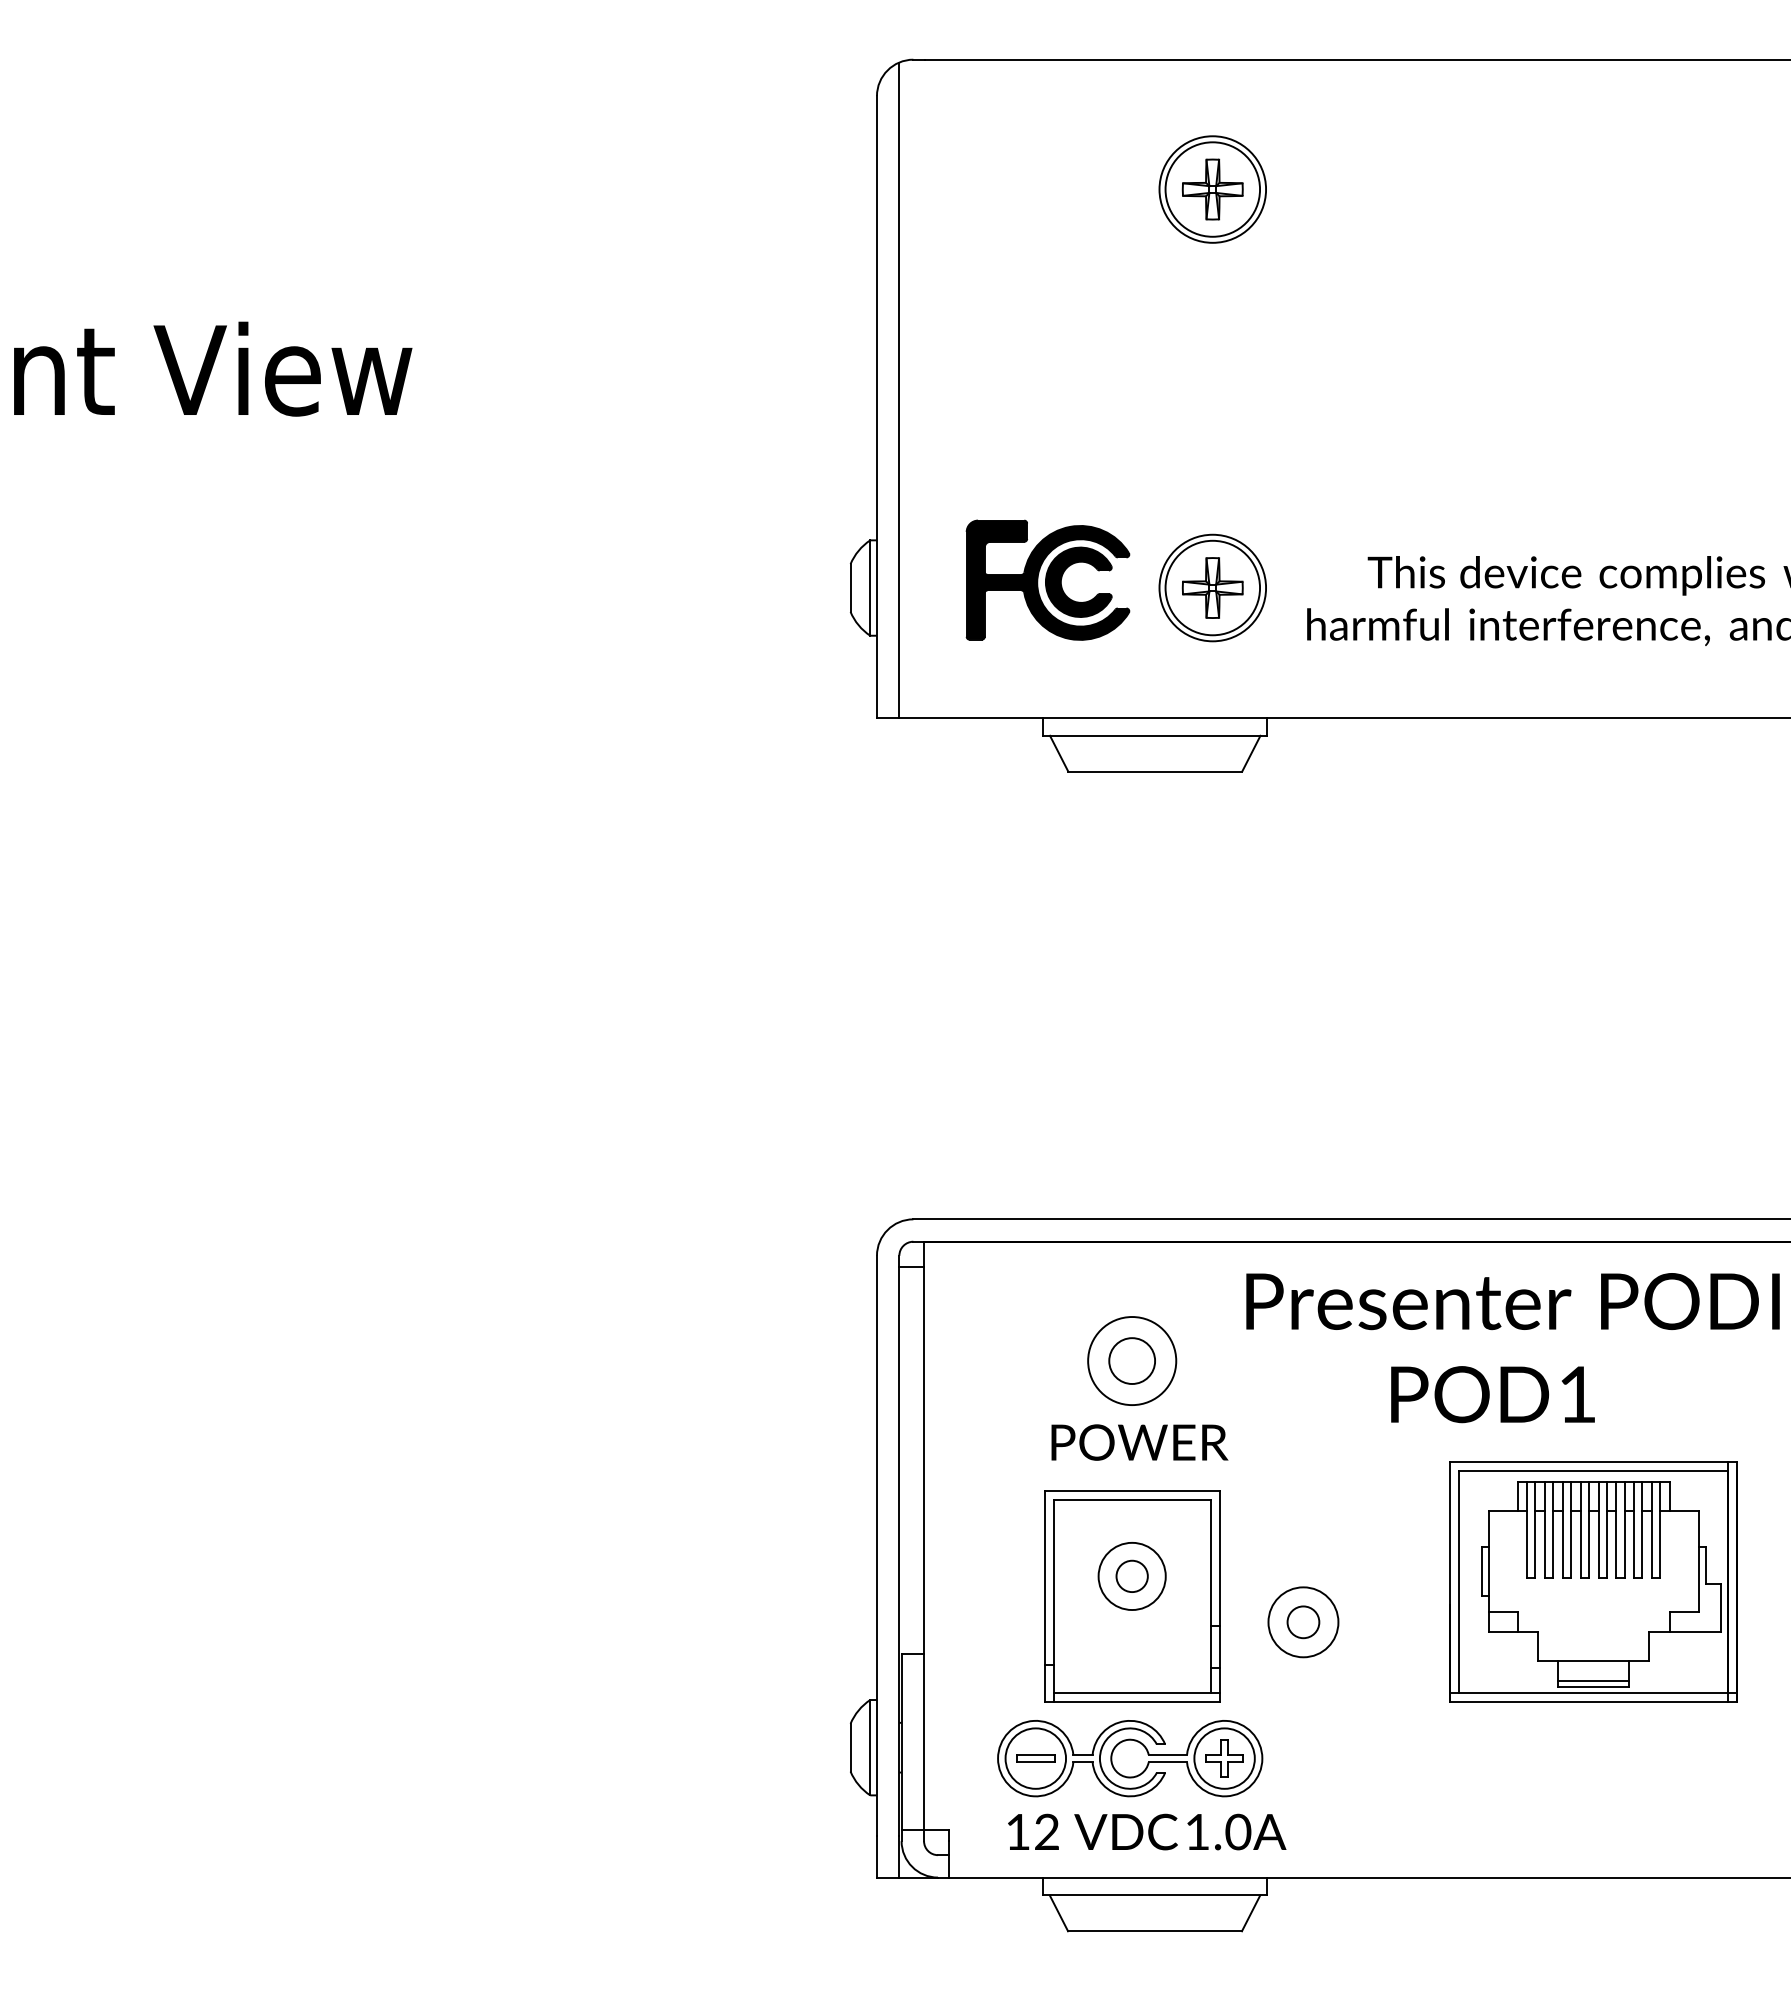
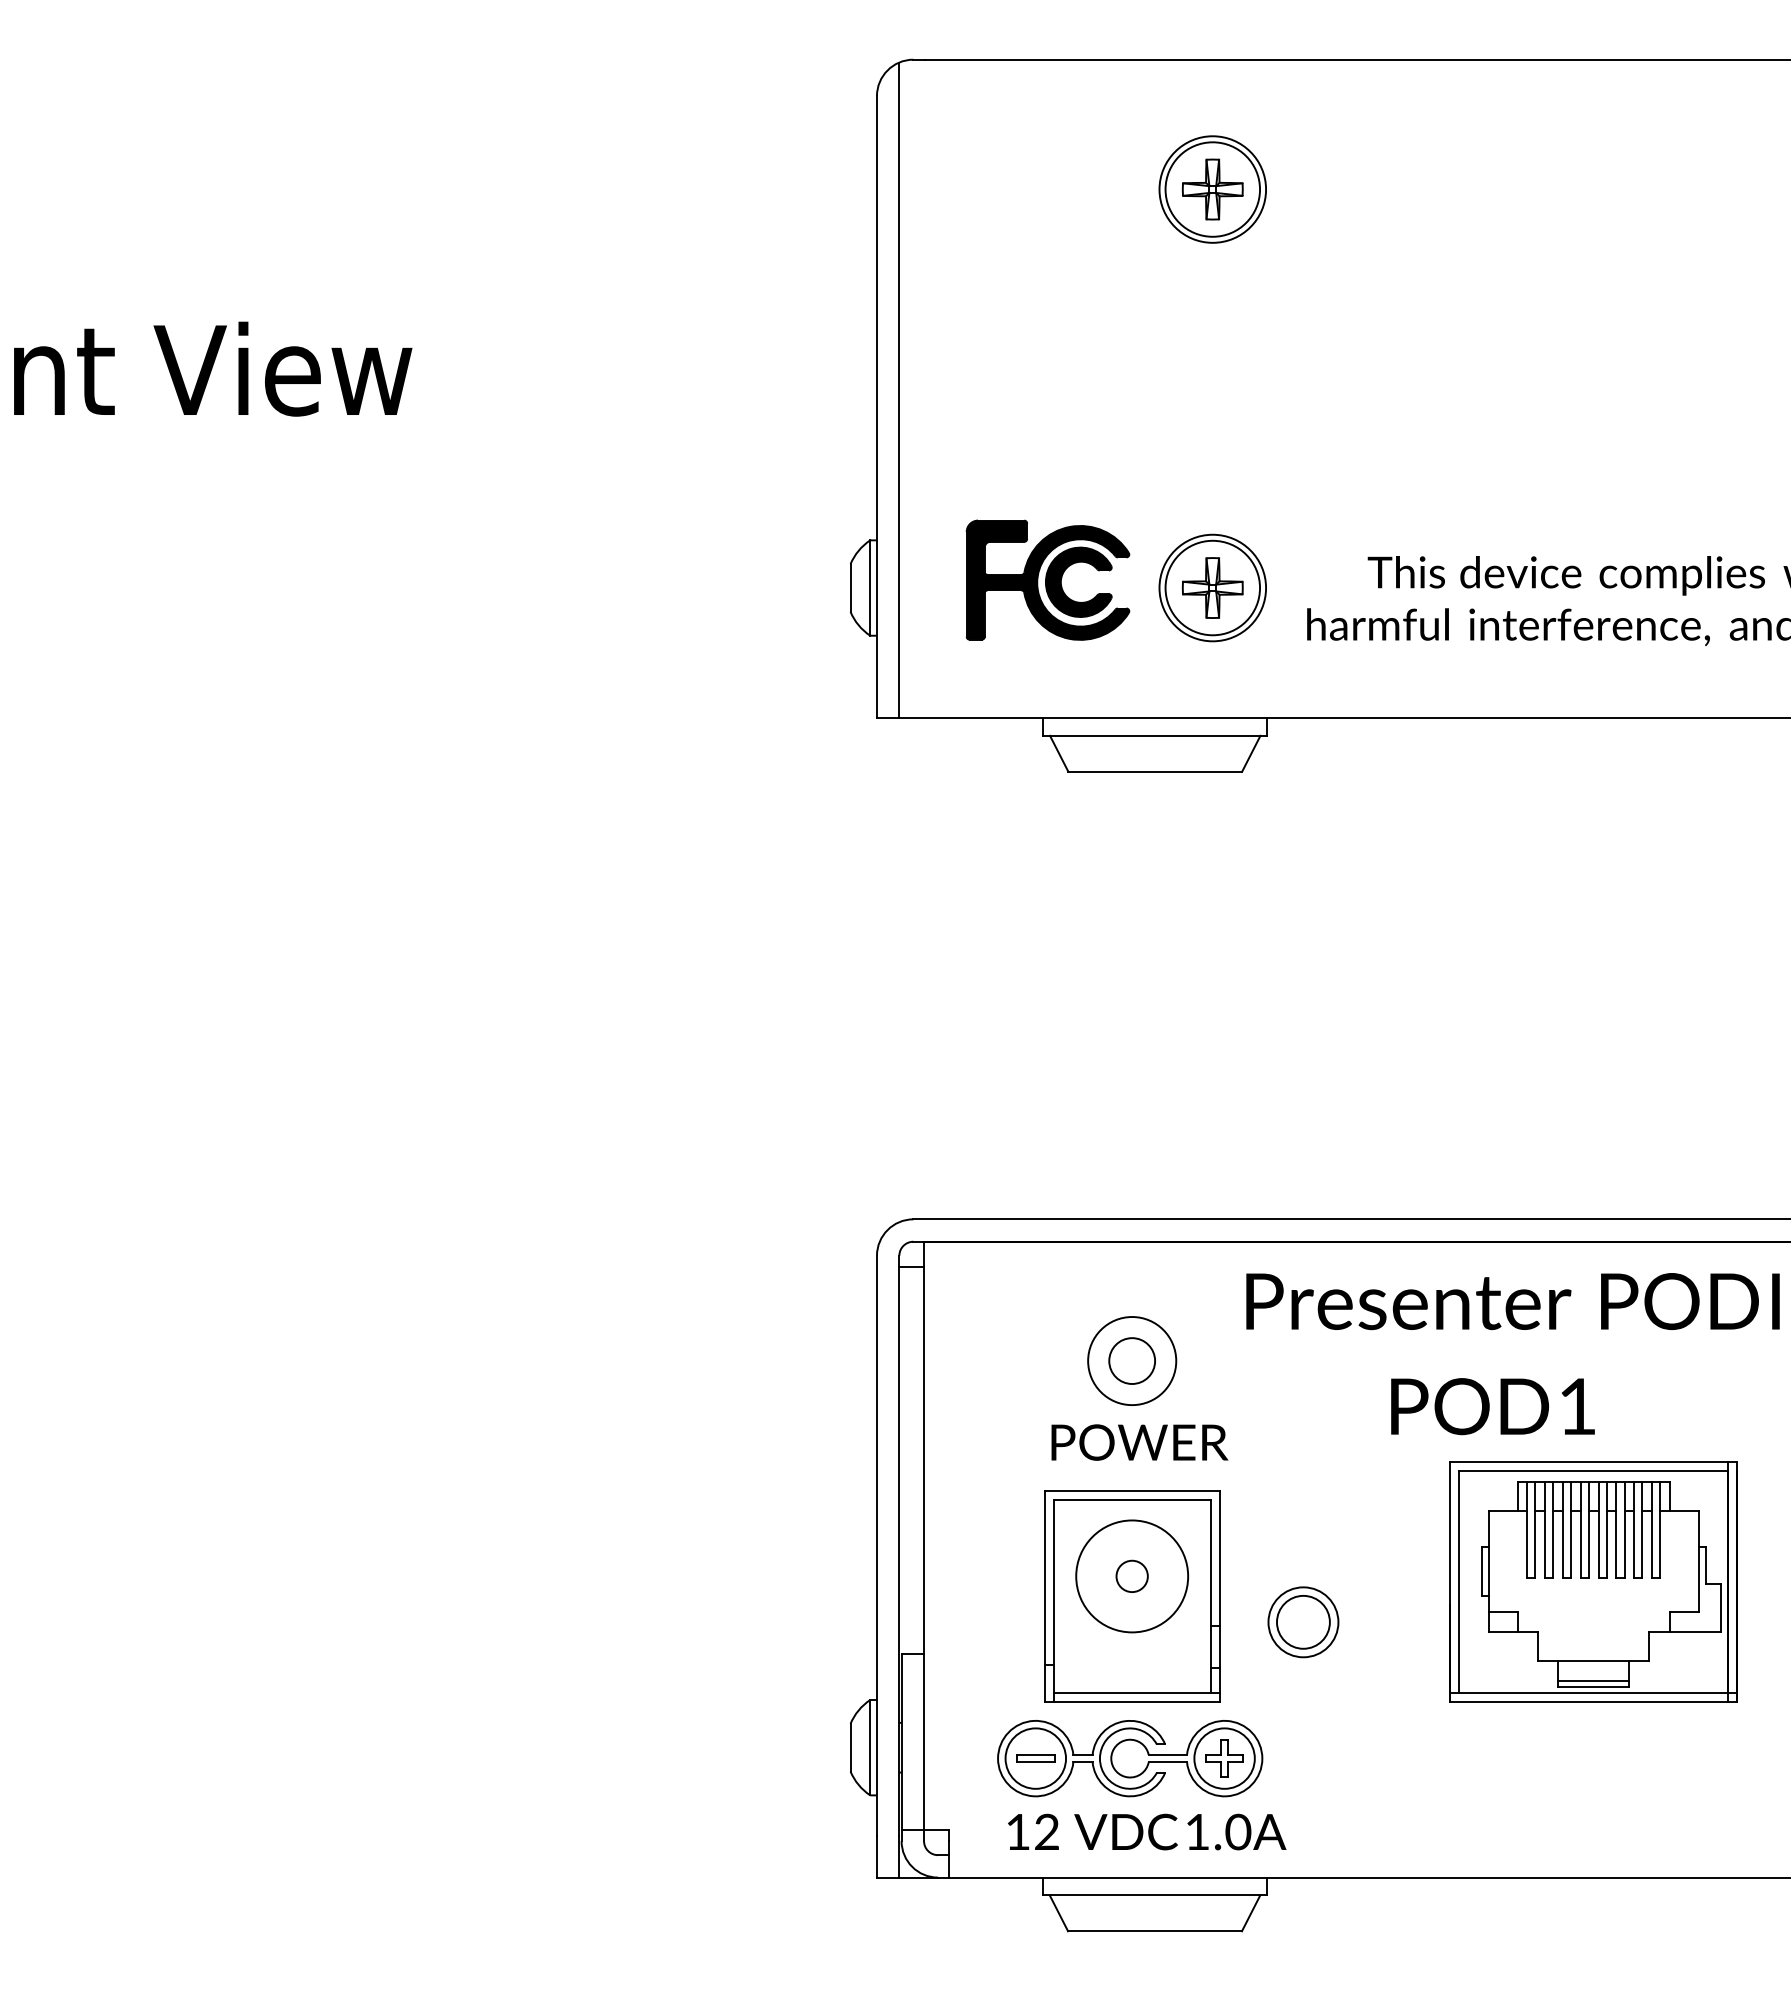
text at (1492, 1394) position: (1492, 1394) -> (1492, 1406)
circle at (1131, 1576) diameter: 67 px -> 112 px
circle at (1303, 1622) diameter: 32 px -> 53 px
